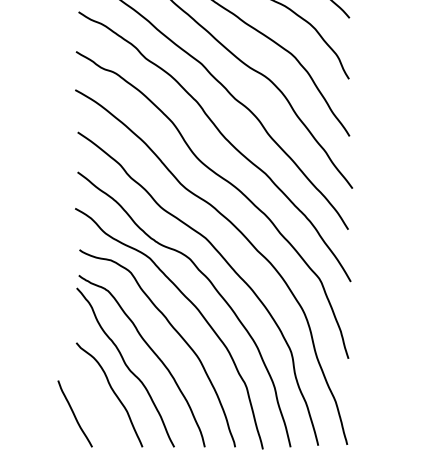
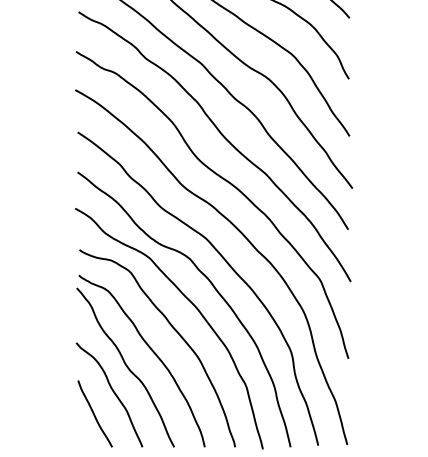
curve at (74, 413) position: (74, 413) -> (94, 413)
